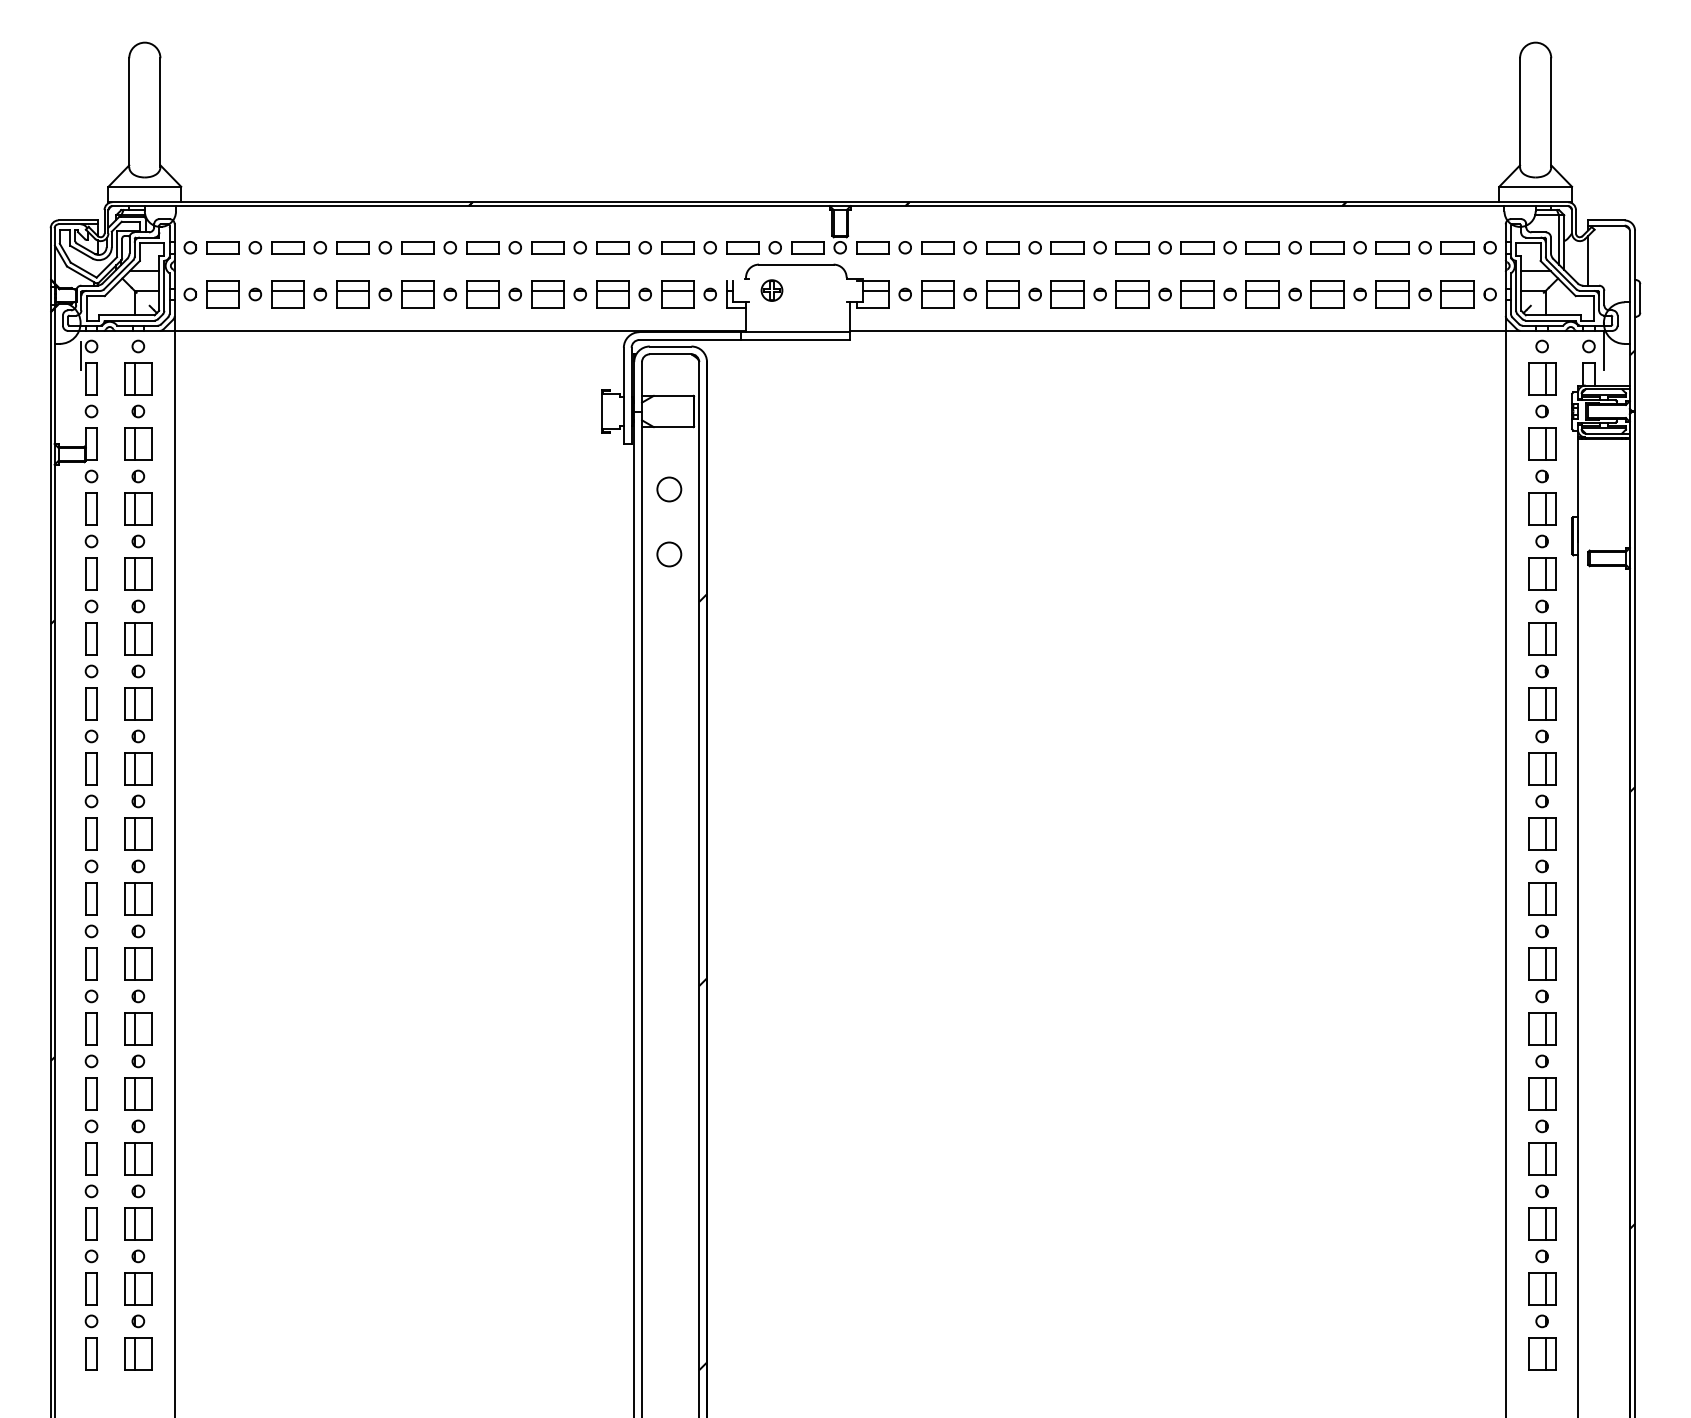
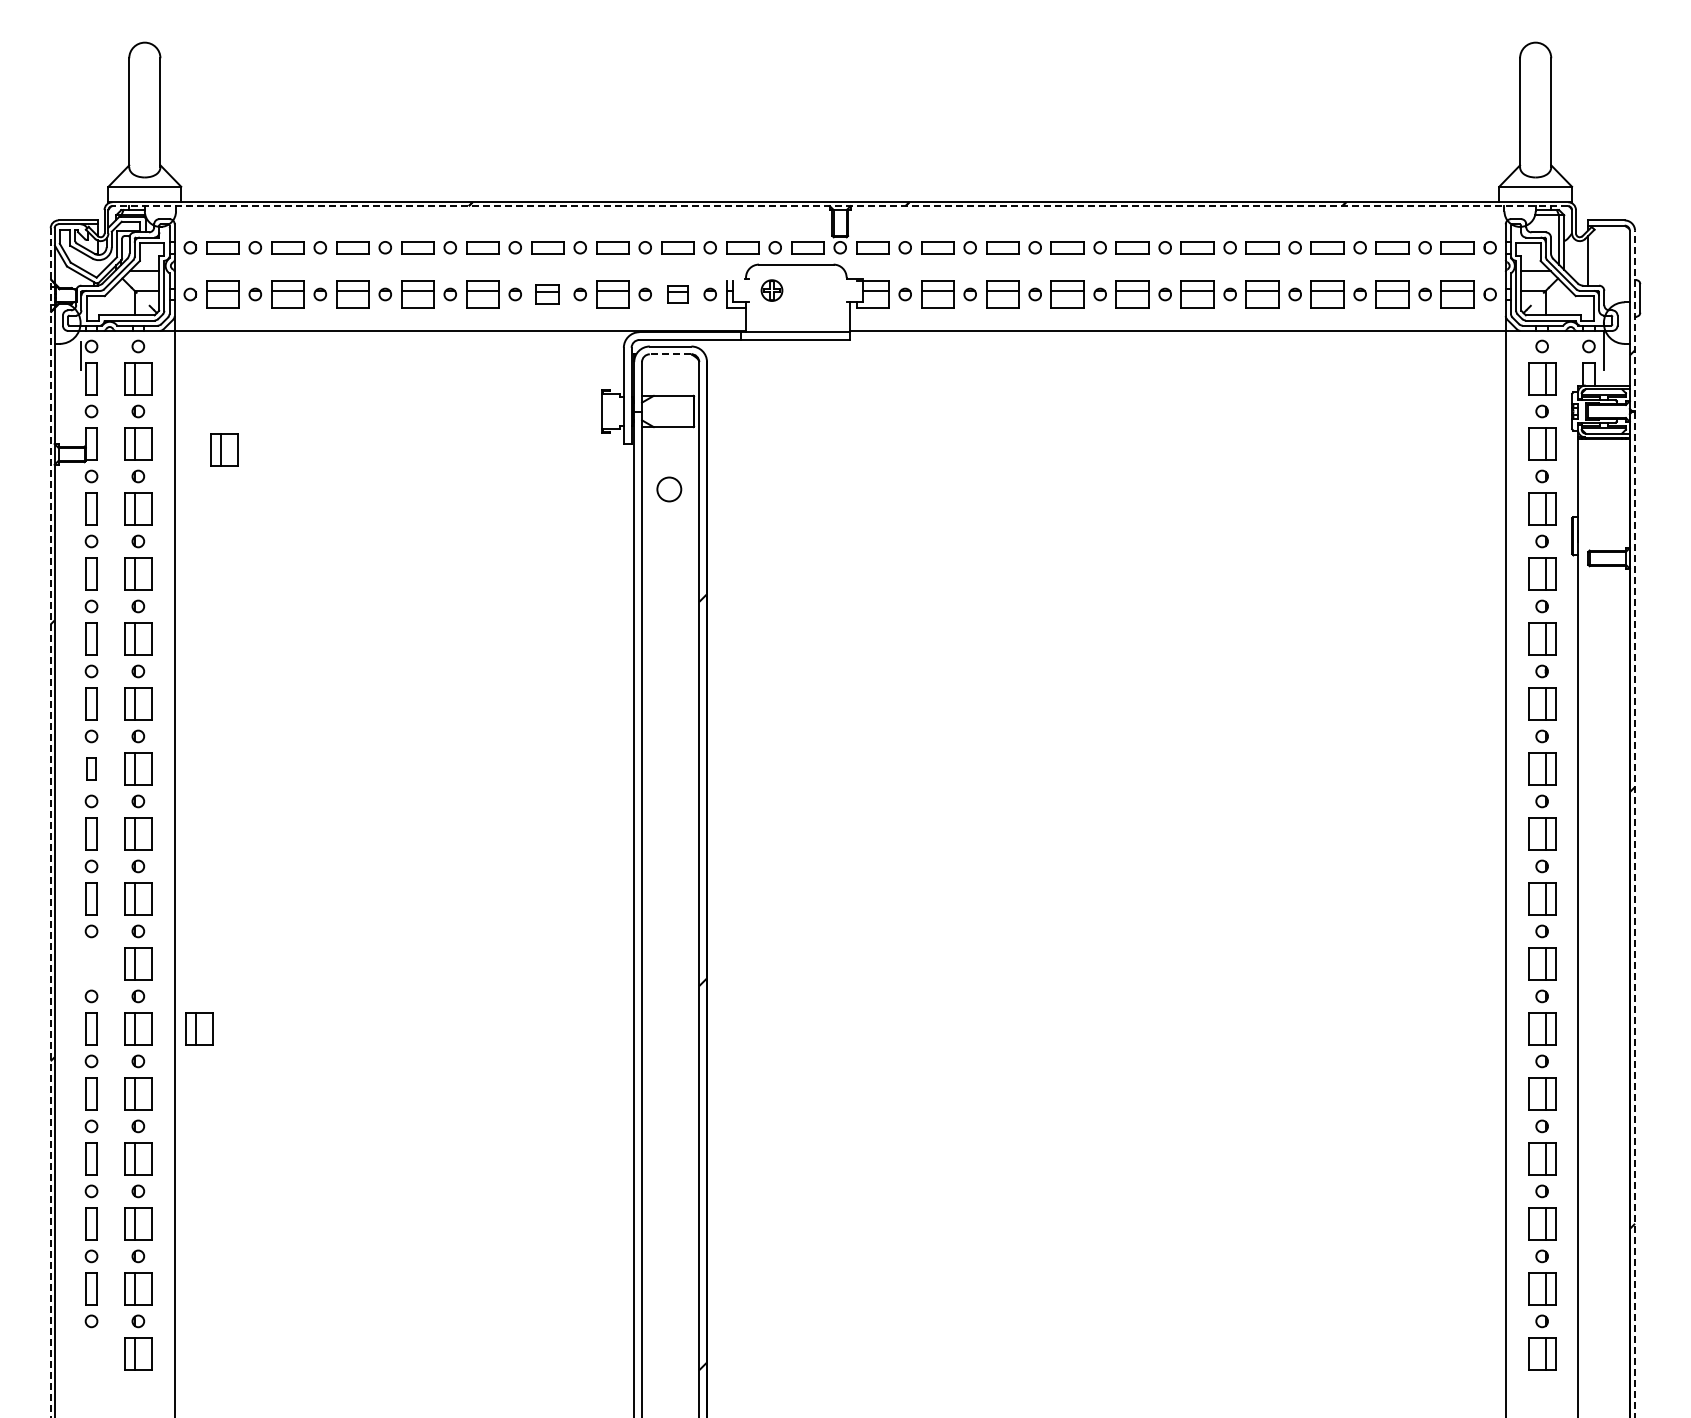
line at (840, 206): solid -> dashed
part at (547, 294) size: 34x29 px -> 25x21 px
part at (677, 294) size: 34x29 px -> 22x19 px
line at (670, 354): solid -> dashed
part at (224, 449): none -> present
circle at (669, 554): present -> none
part at (91, 768) size: 13x34 px -> 11x24 px
line at (50, 823): solid -> dashed
line at (1635, 823): solid -> dashed
part at (91, 963): present -> none
part at (199, 1028): none -> present
part at (91, 1353): present -> none
